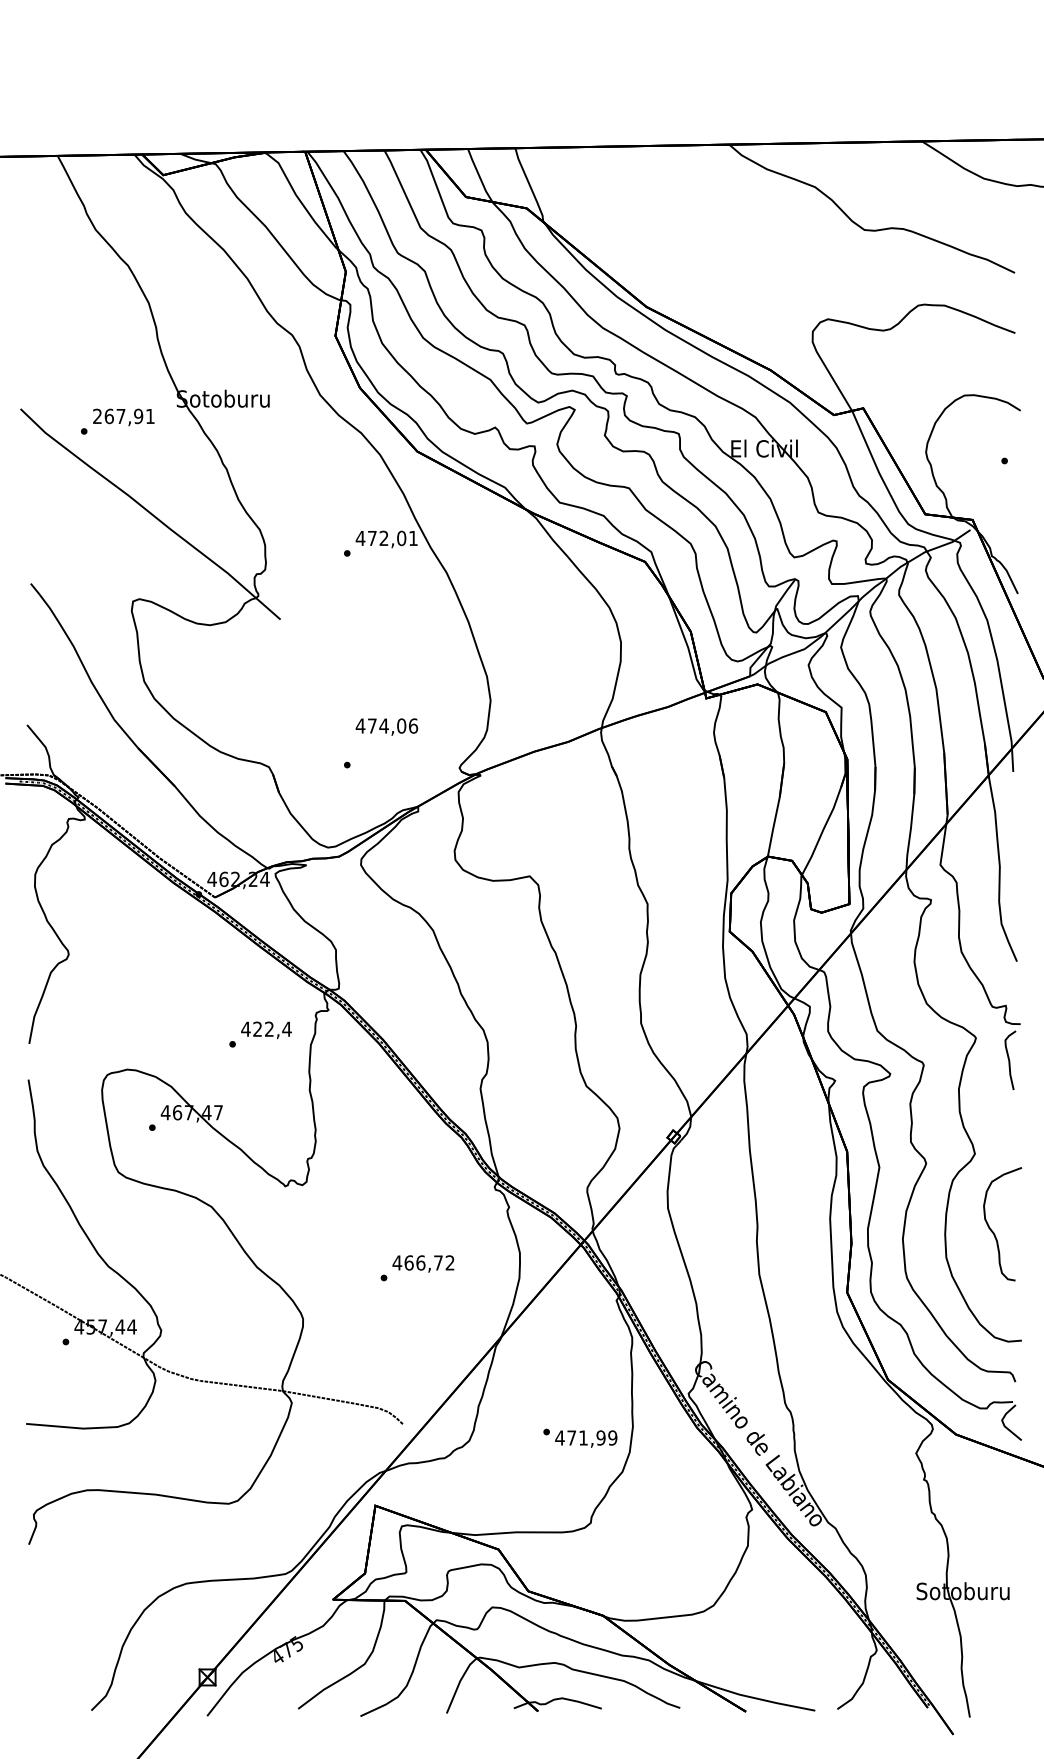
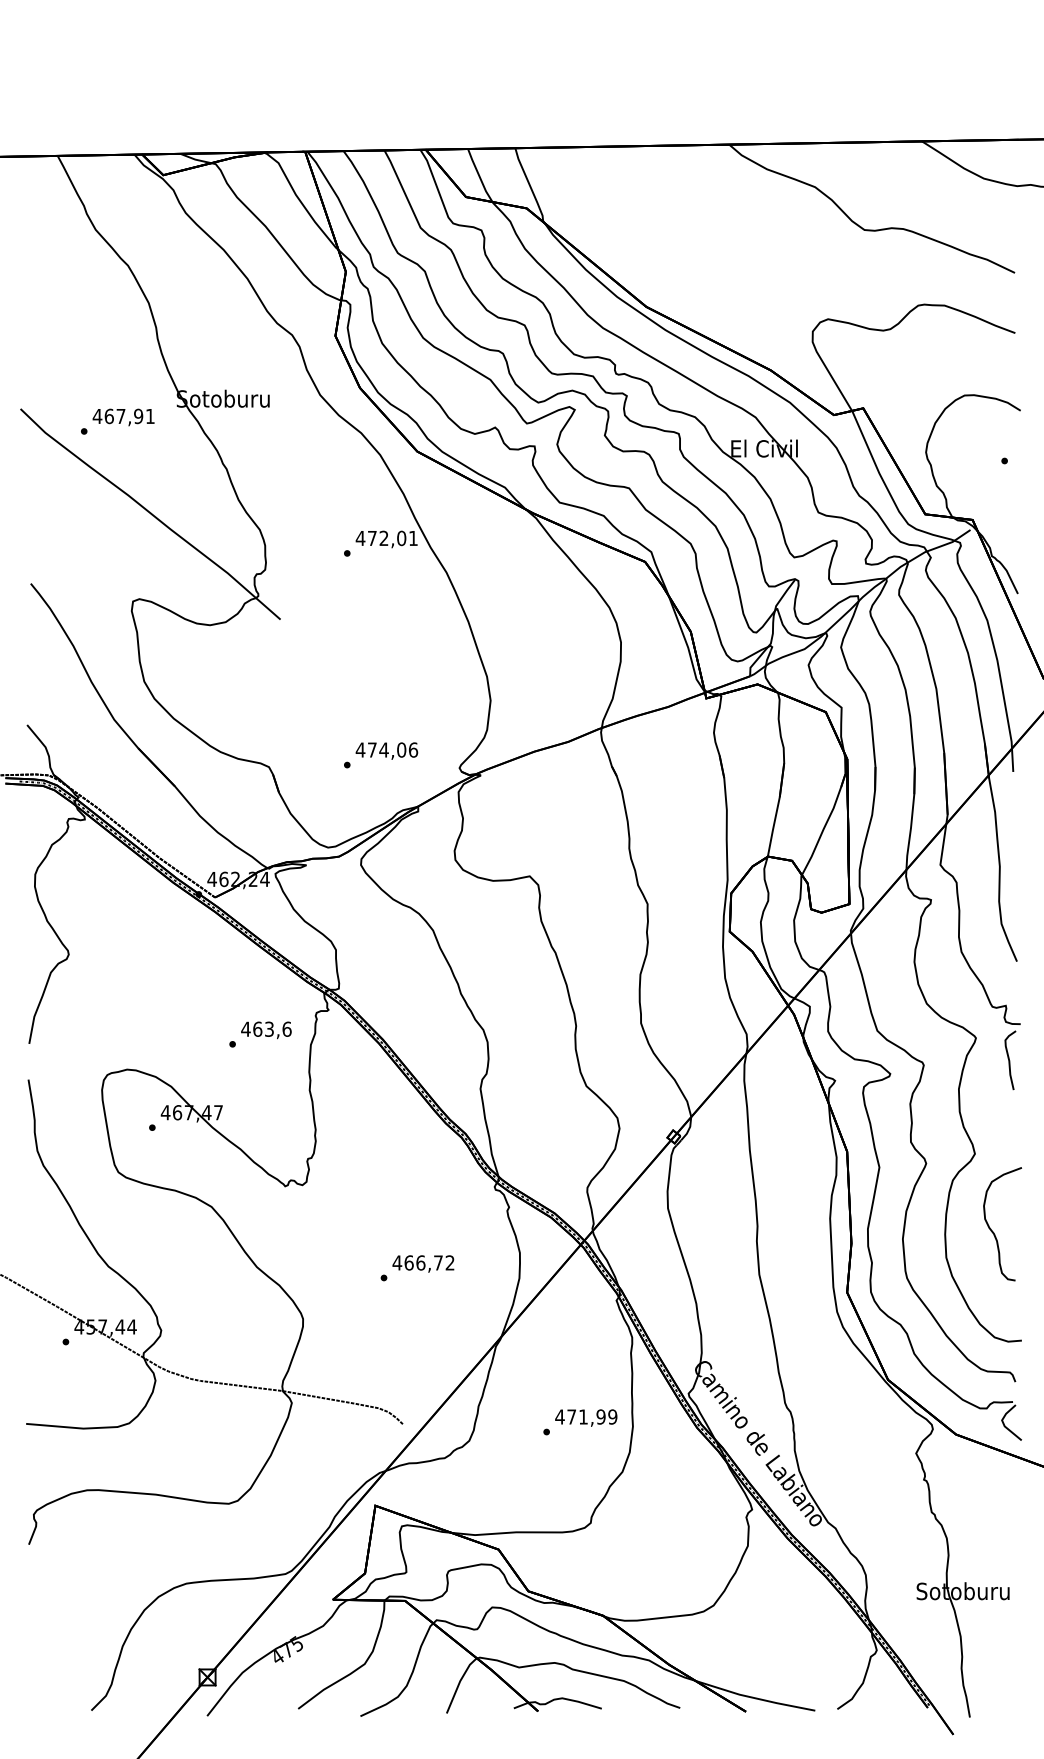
text at (97, 415): 267,91 -> 467,91
text at (386, 726) position: (386, 726) -> (386, 750)
text at (272, 1028): 422,4 -> 463,6
text at (586, 1438) position: (586, 1438) -> (586, 1417)
